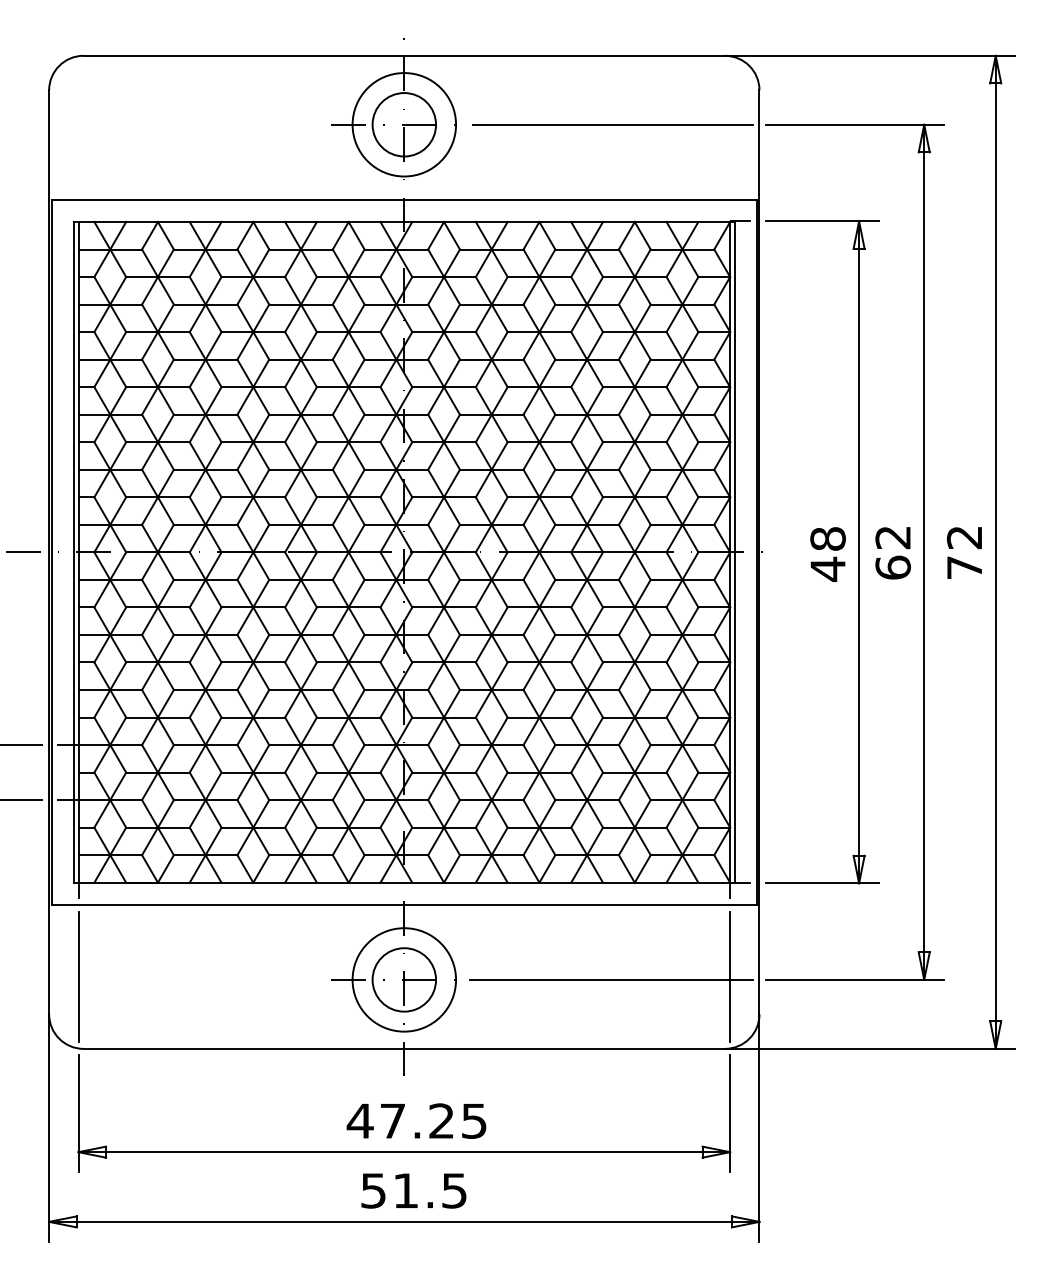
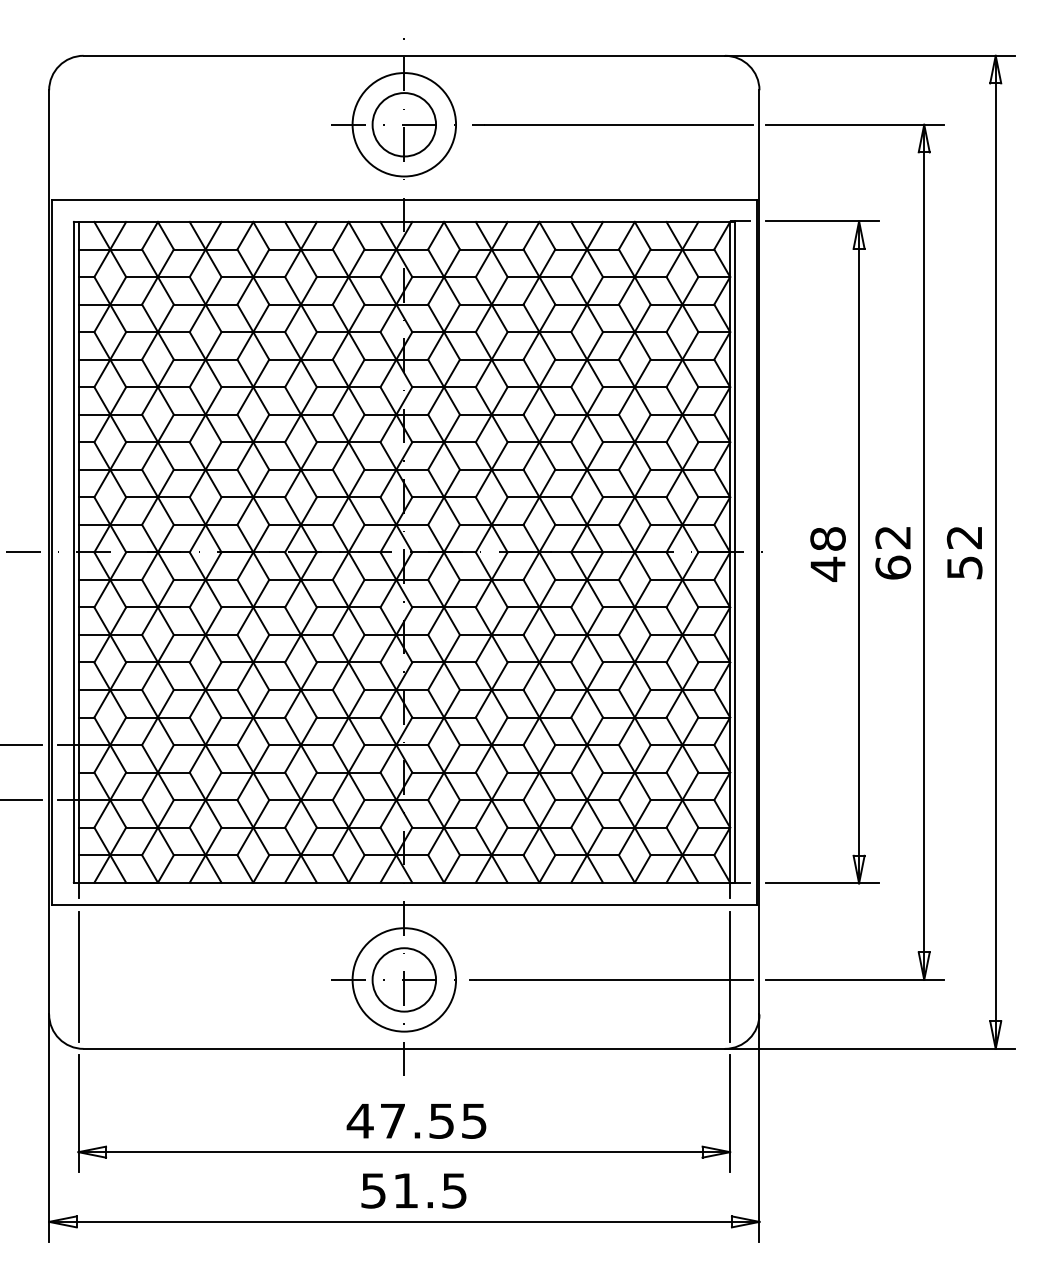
text at (964, 567): 72 -> 52
text at (441, 1120): 47.25 -> 47.55
